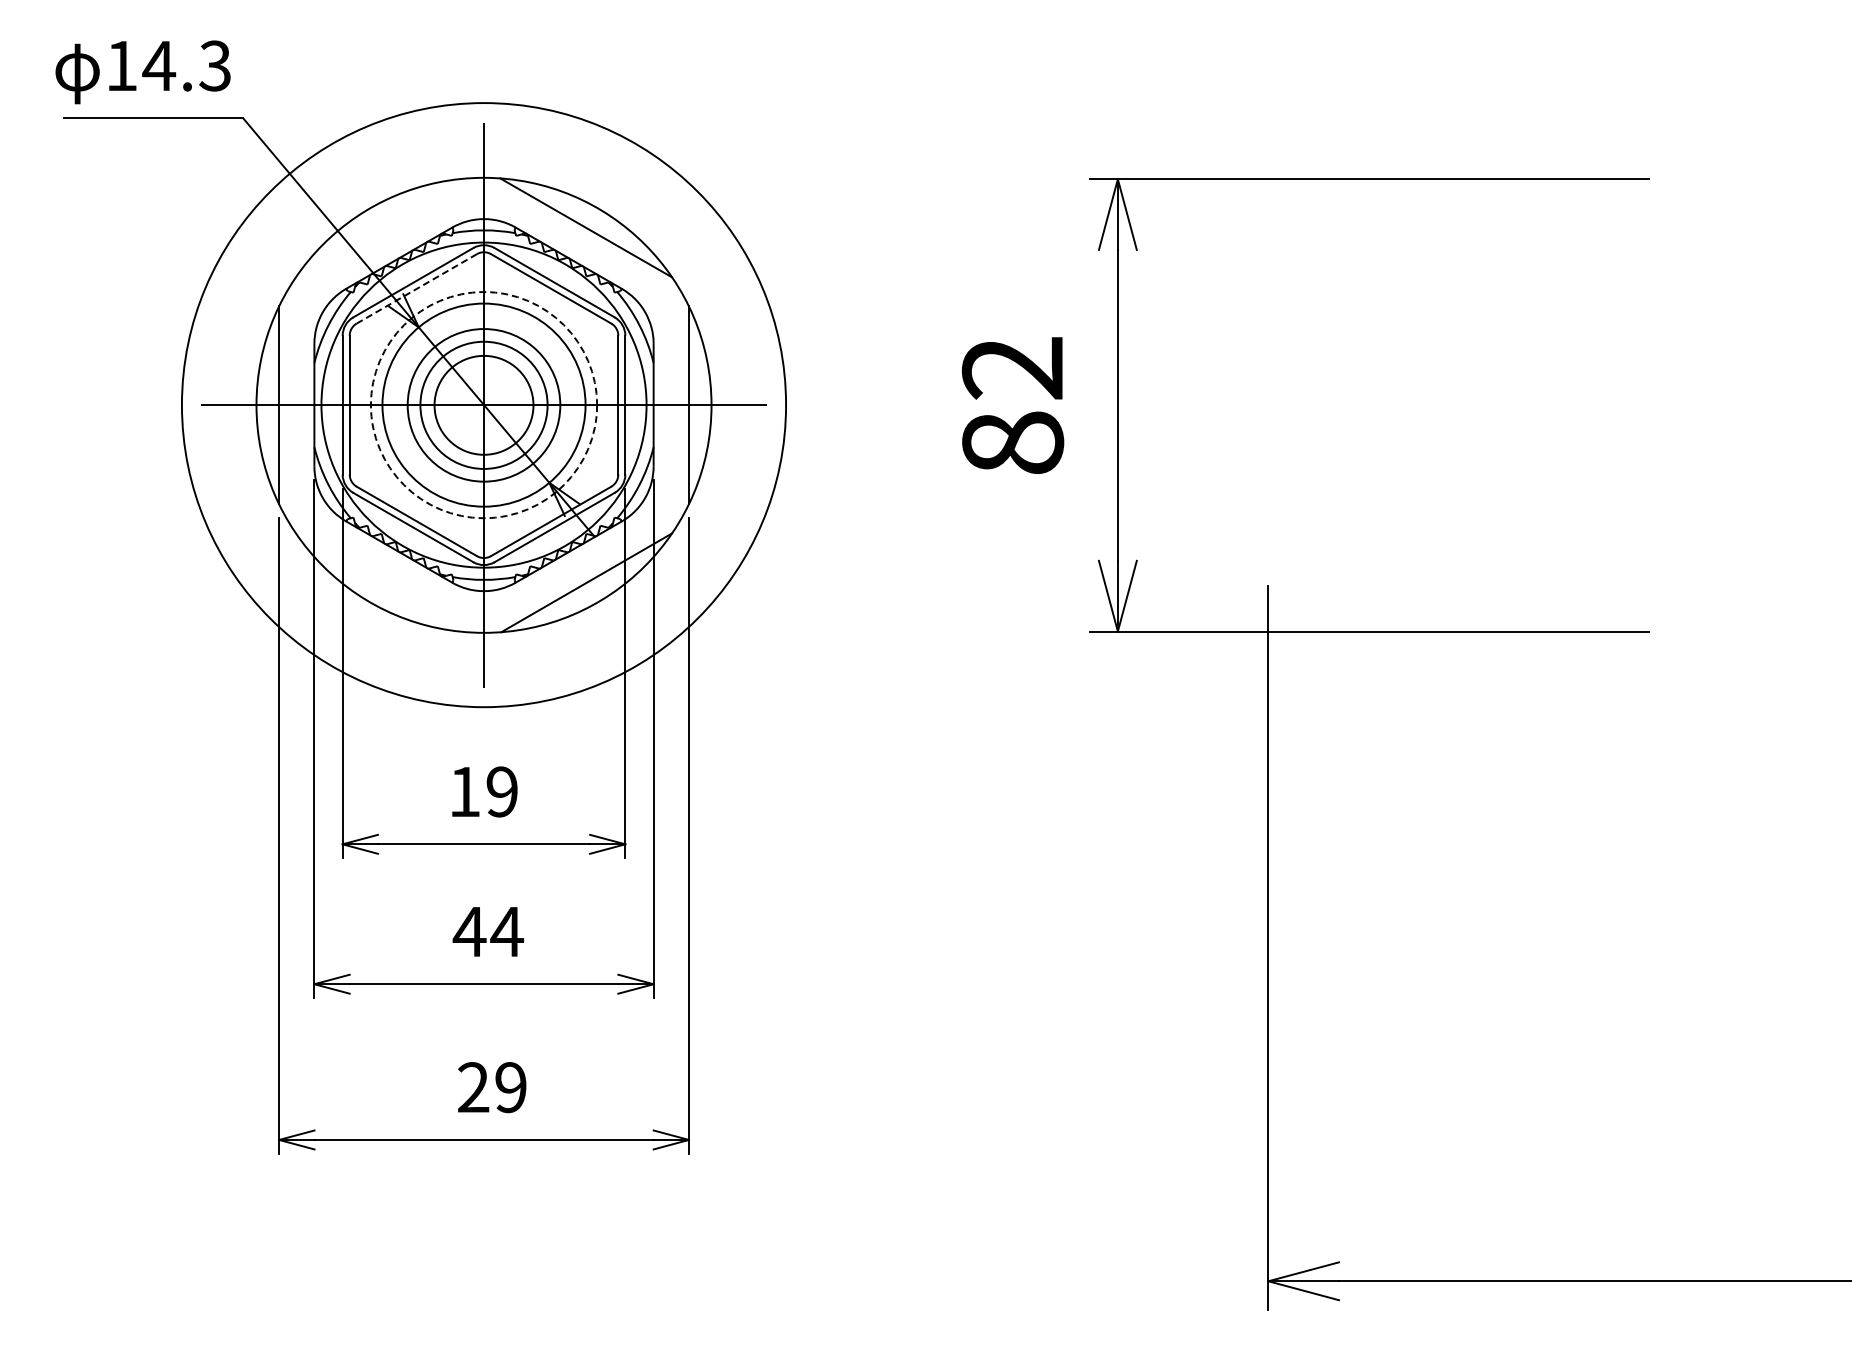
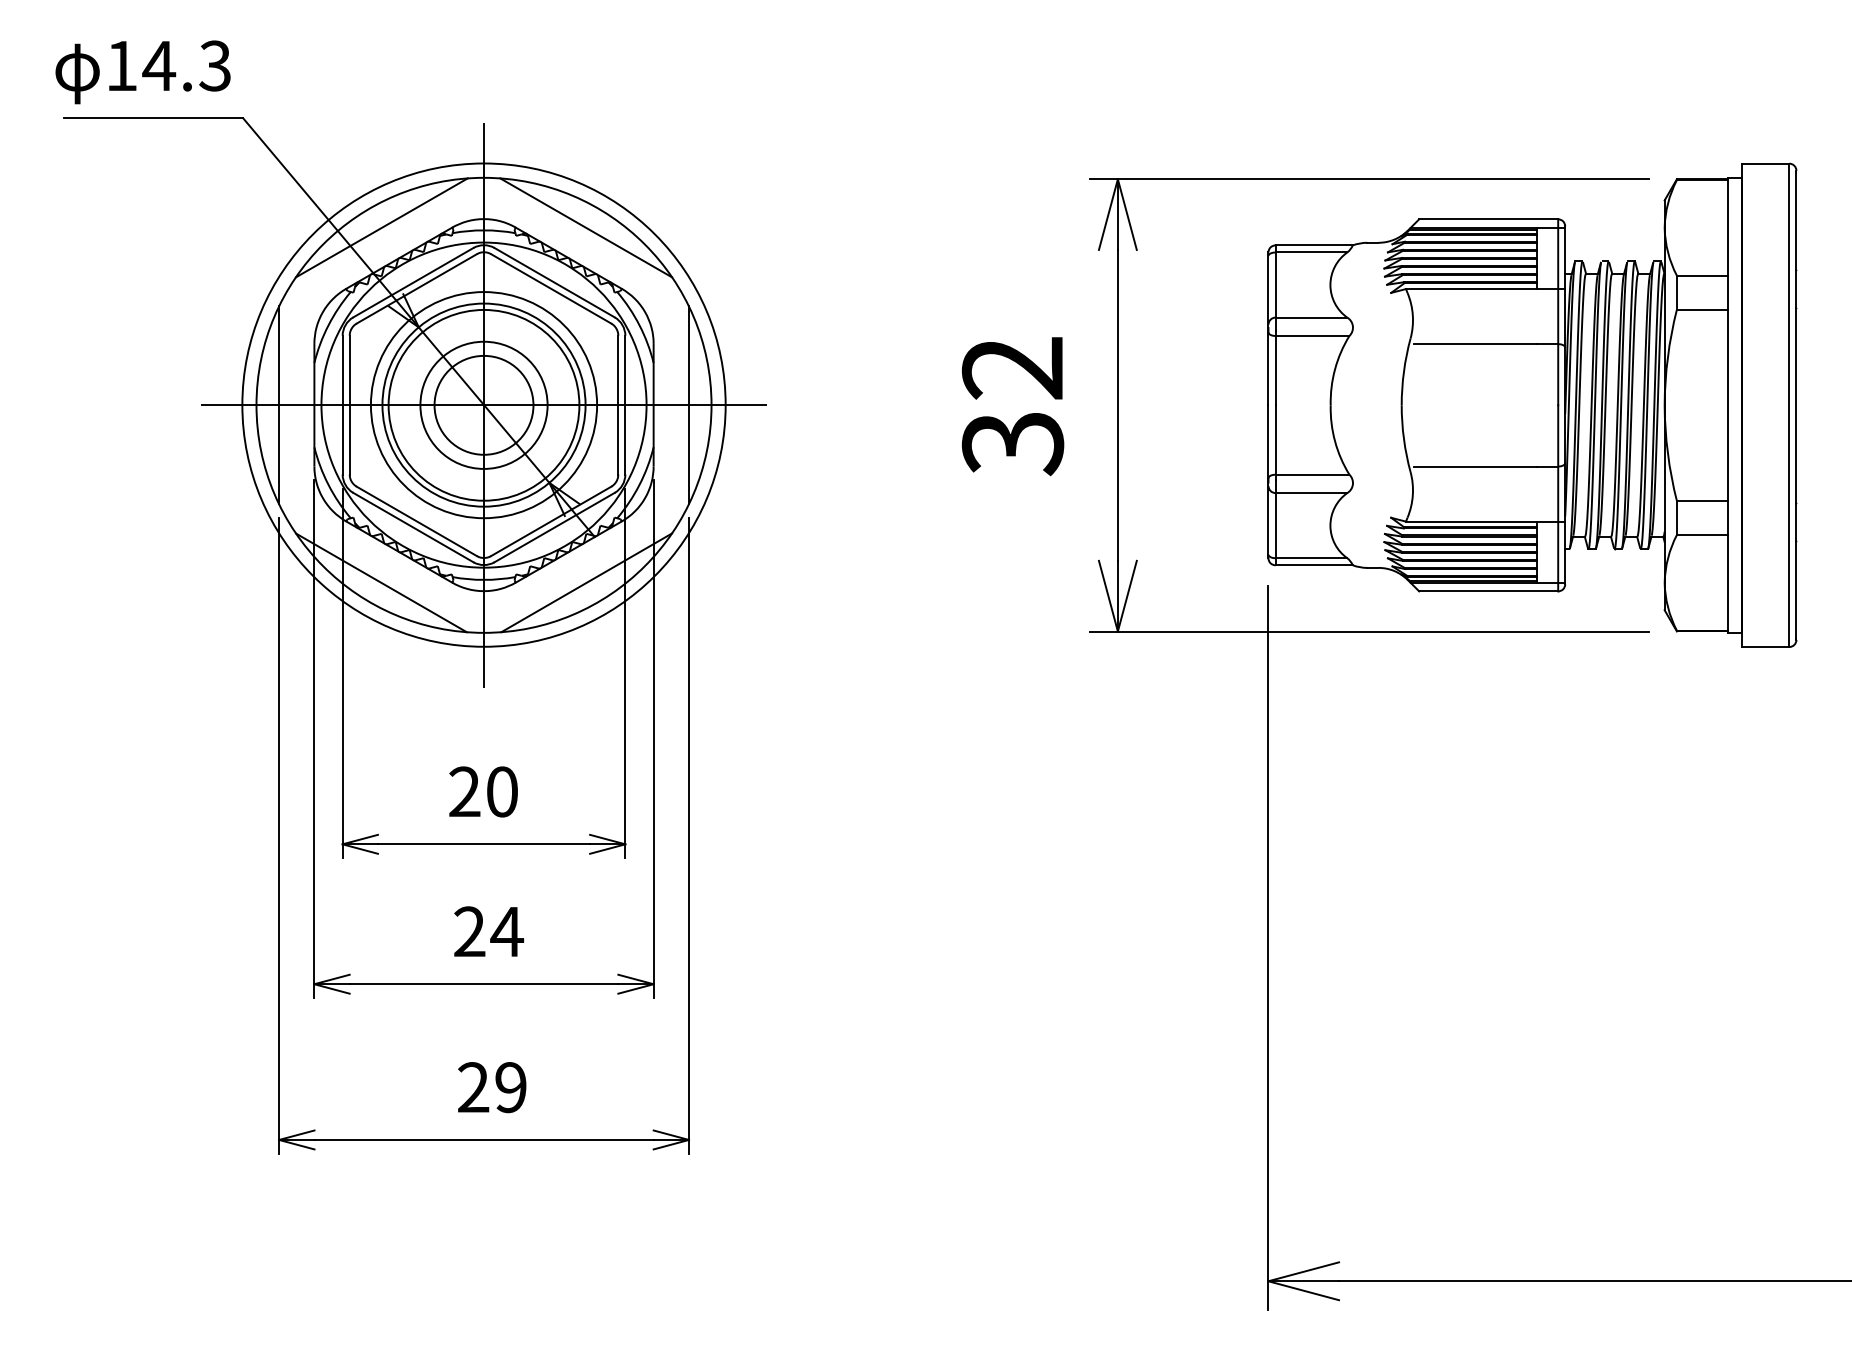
line at (381, 227): none -> present
line at (416, 289): dashed -> solid
part at (1532, 404): none -> present
circle at (483, 405) diameter: 153 px -> 191 px
circle at (483, 405) diameter: 604 px -> 483 px
circle at (483, 405): dashed -> solid
text at (1012, 443): 82 -> 32
line at (381, 582): none -> present
text at (483, 791): 19 -> 20
text at (469, 931): 44 -> 24
